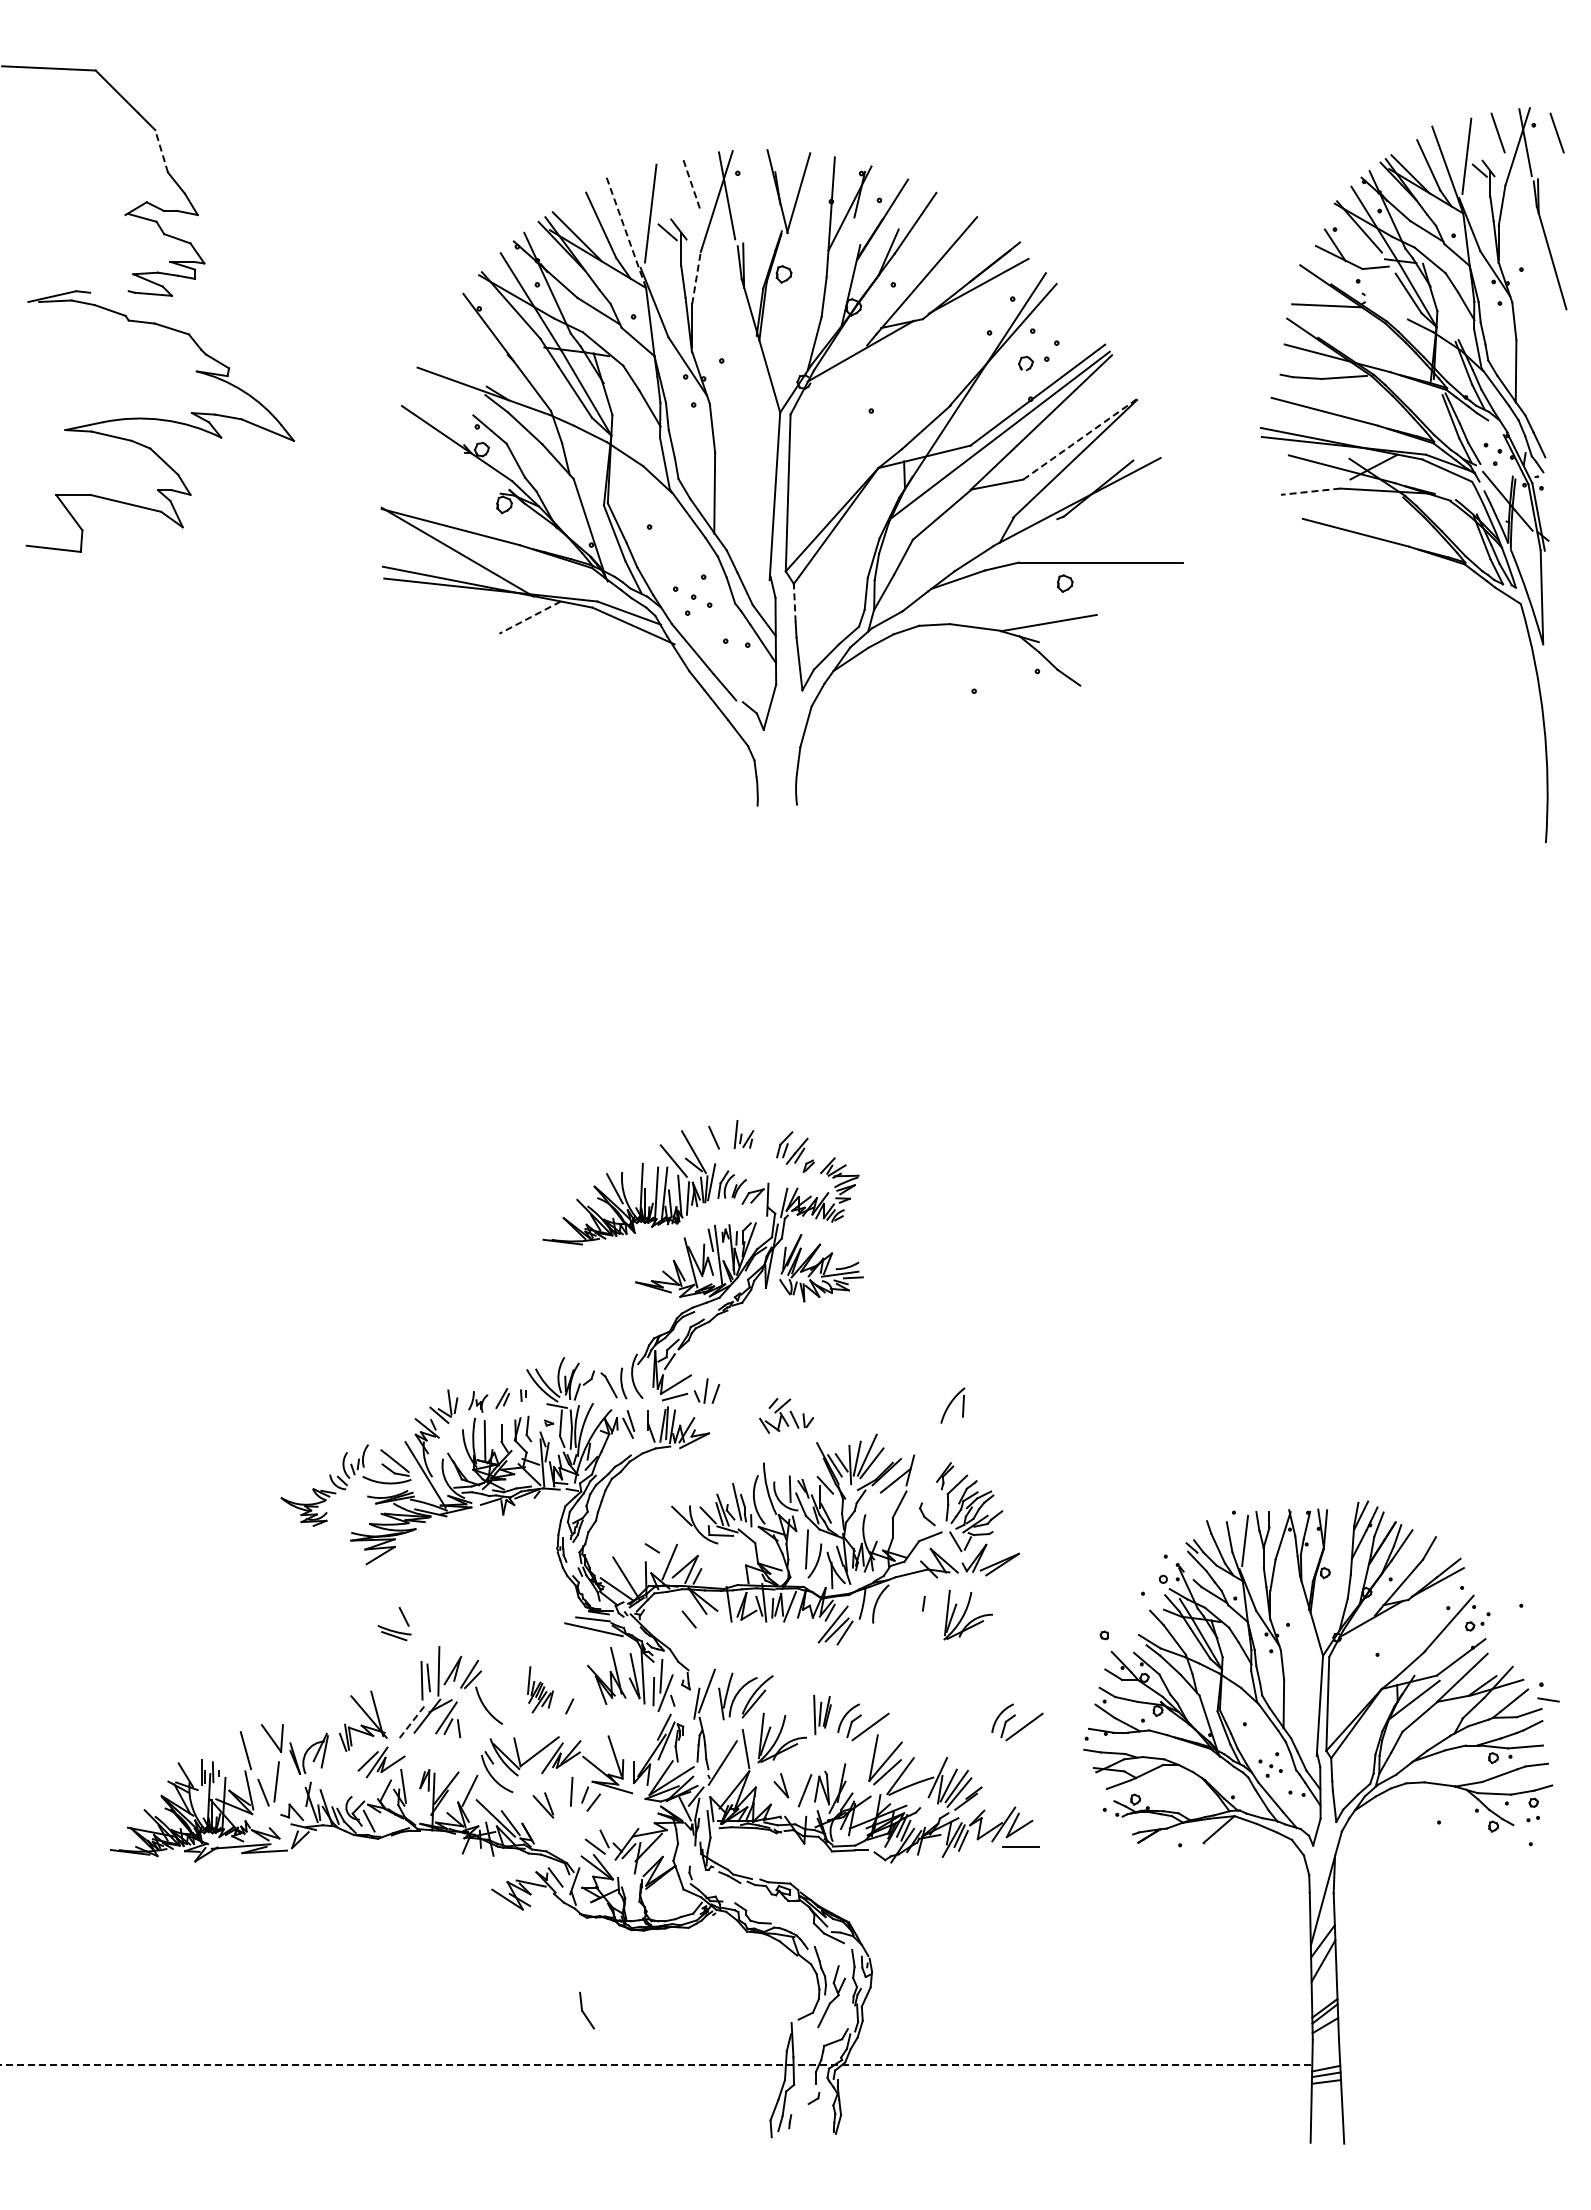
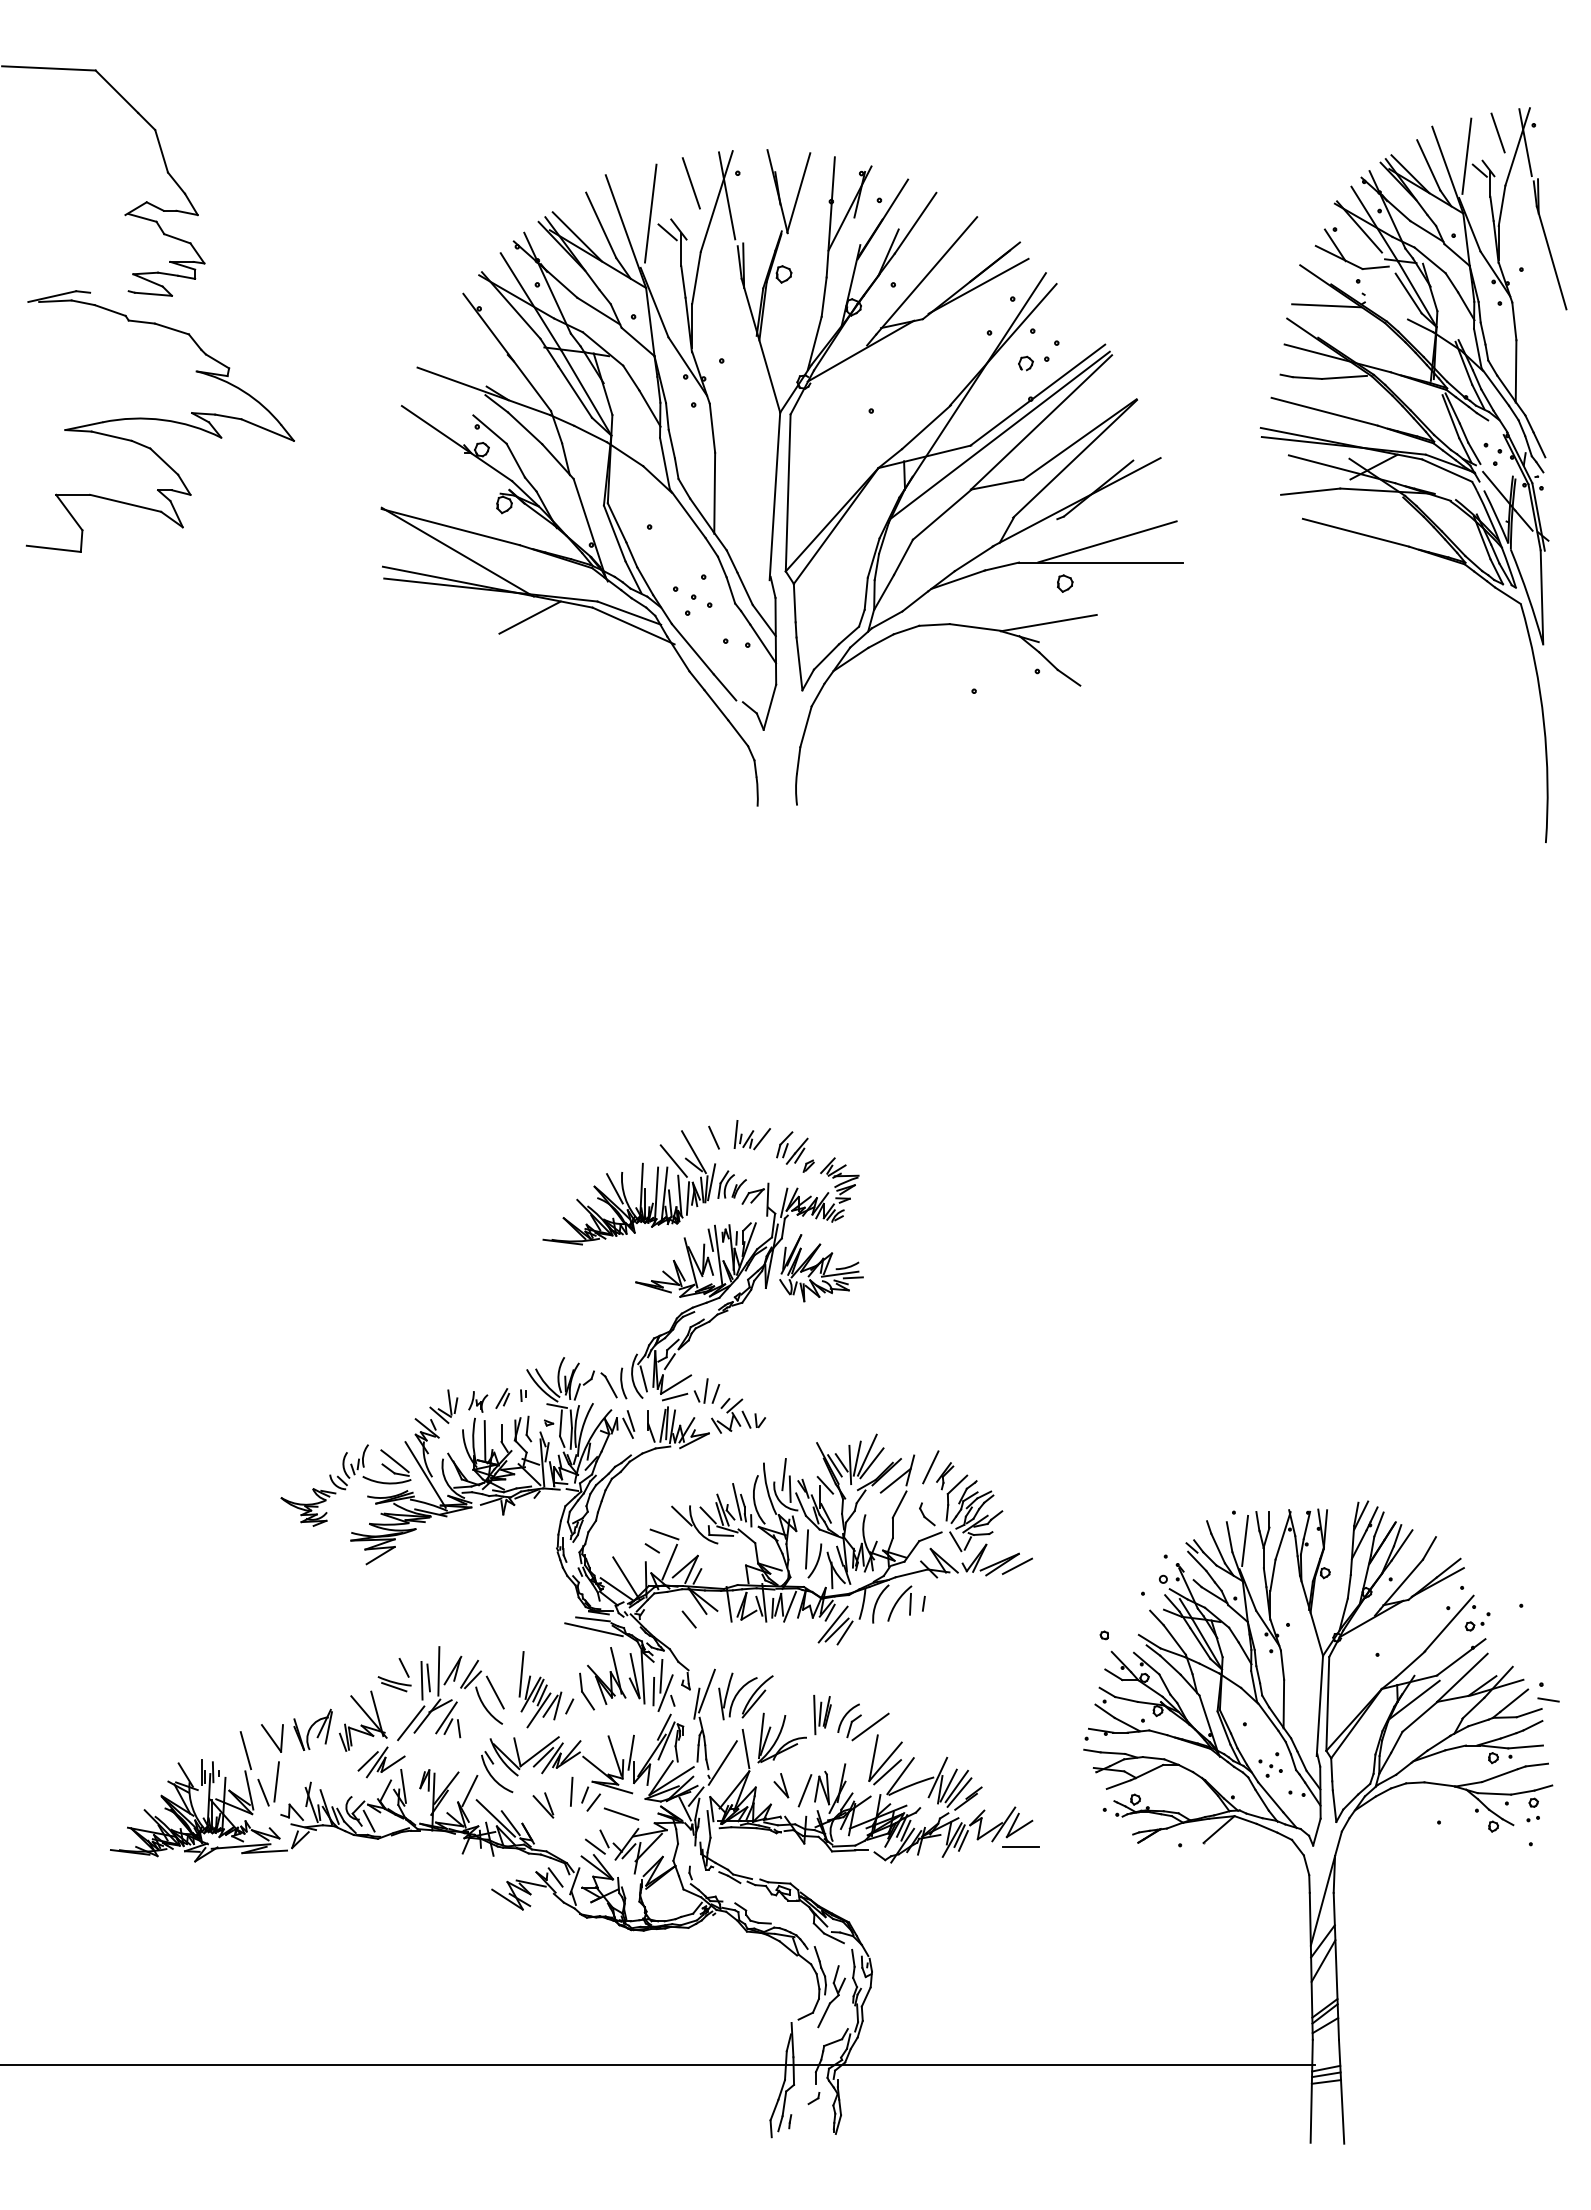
line at (1556, 132): present -> none
line at (161, 150): dashed -> solid
line at (691, 183): dashed -> solid
line at (625, 231): dashed -> solid
line at (696, 277): dashed -> solid
line at (1080, 439): dashed -> solid
line at (1310, 491): dashed -> solid
line at (1107, 541): none -> present
line at (794, 602): dashed -> solid
line at (530, 617): dashed -> solid
line at (762, 1139): none -> present
line at (643, 1378): none -> present
part at (952, 1405) position: (952, 1405) -> (899, 1603)
part at (786, 1415) position: (786, 1415) -> (738, 1415)
line at (930, 1467): none -> present
line at (783, 1474): none -> present
line at (664, 1534): none -> present
line at (1017, 1566): none -> present
part at (967, 1614): present -> none
part at (394, 1624) position: (394, 1624) -> (394, 1675)
part at (540, 1689) size: 27x48 px -> 45x78 px
line at (494, 1692): none -> present
part at (1015, 1716): present -> none
line at (410, 1723): dashed -> solid
line at (630, 1752): none -> present
part at (308, 1753) position: (308, 1753) -> (312, 1729)
line at (543, 1757): none -> present
line at (621, 1813): none -> present
part at (586, 2010) position: (586, 2010) -> (586, 1691)
line at (657, 2065): dashed -> solid
